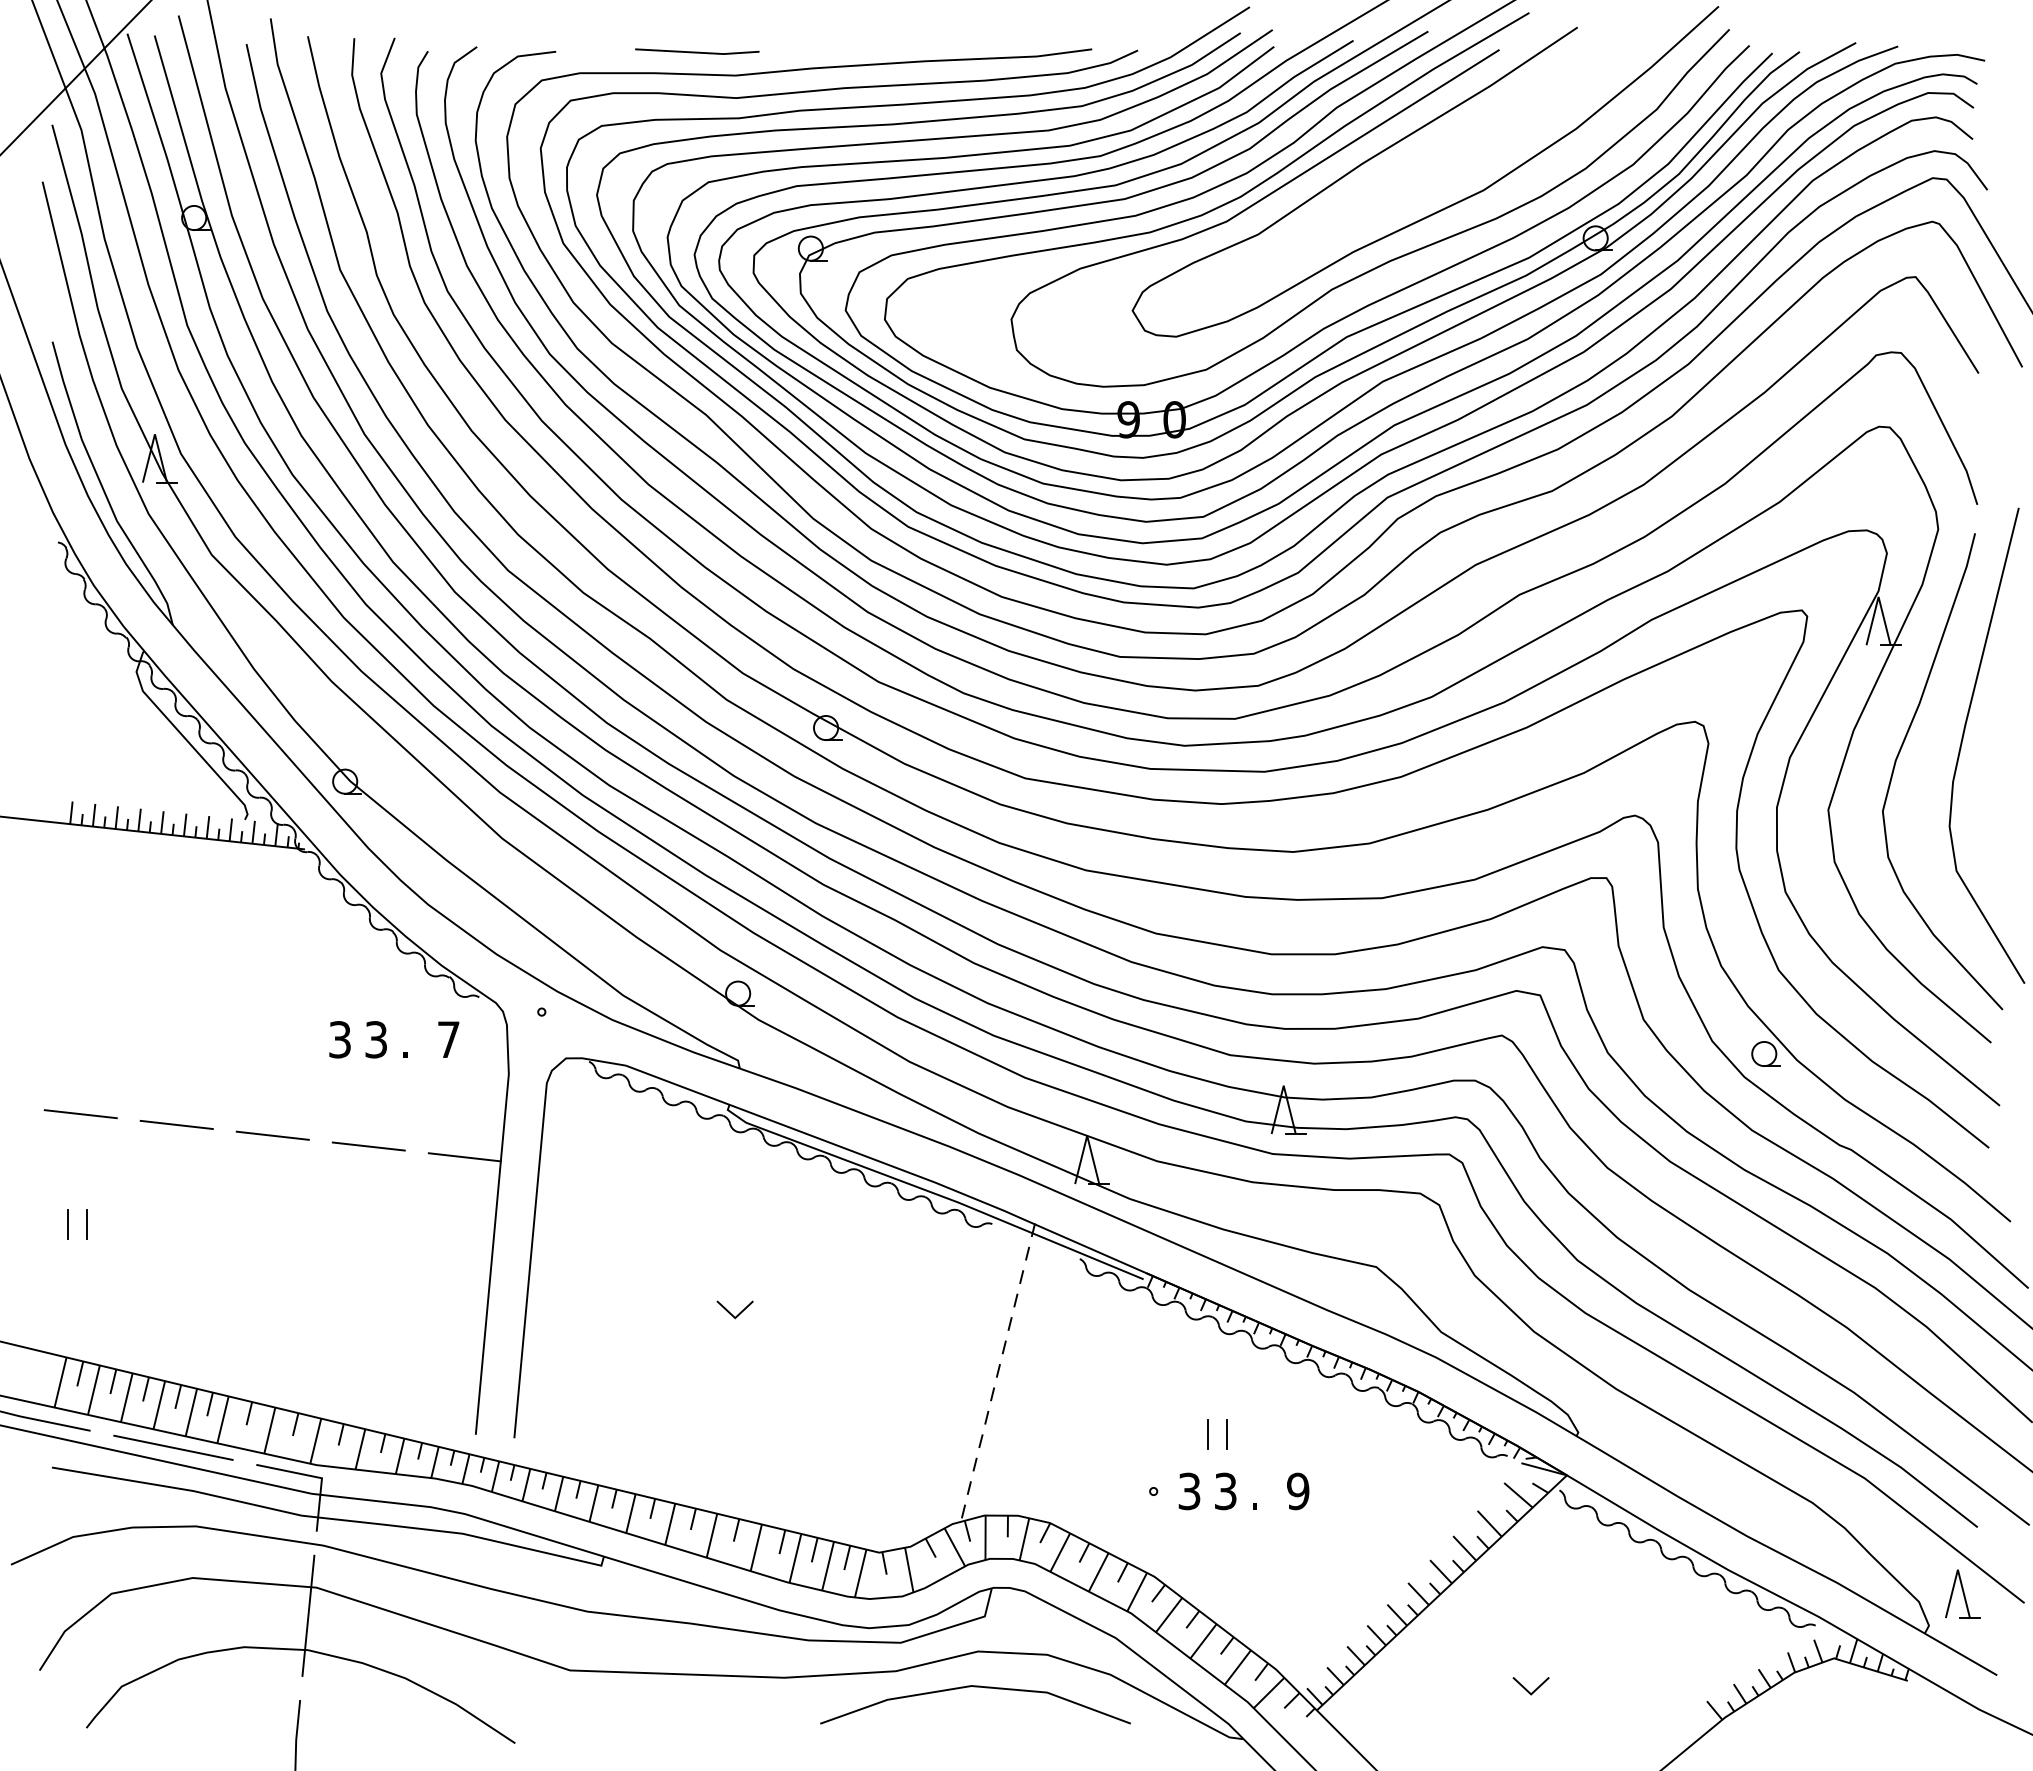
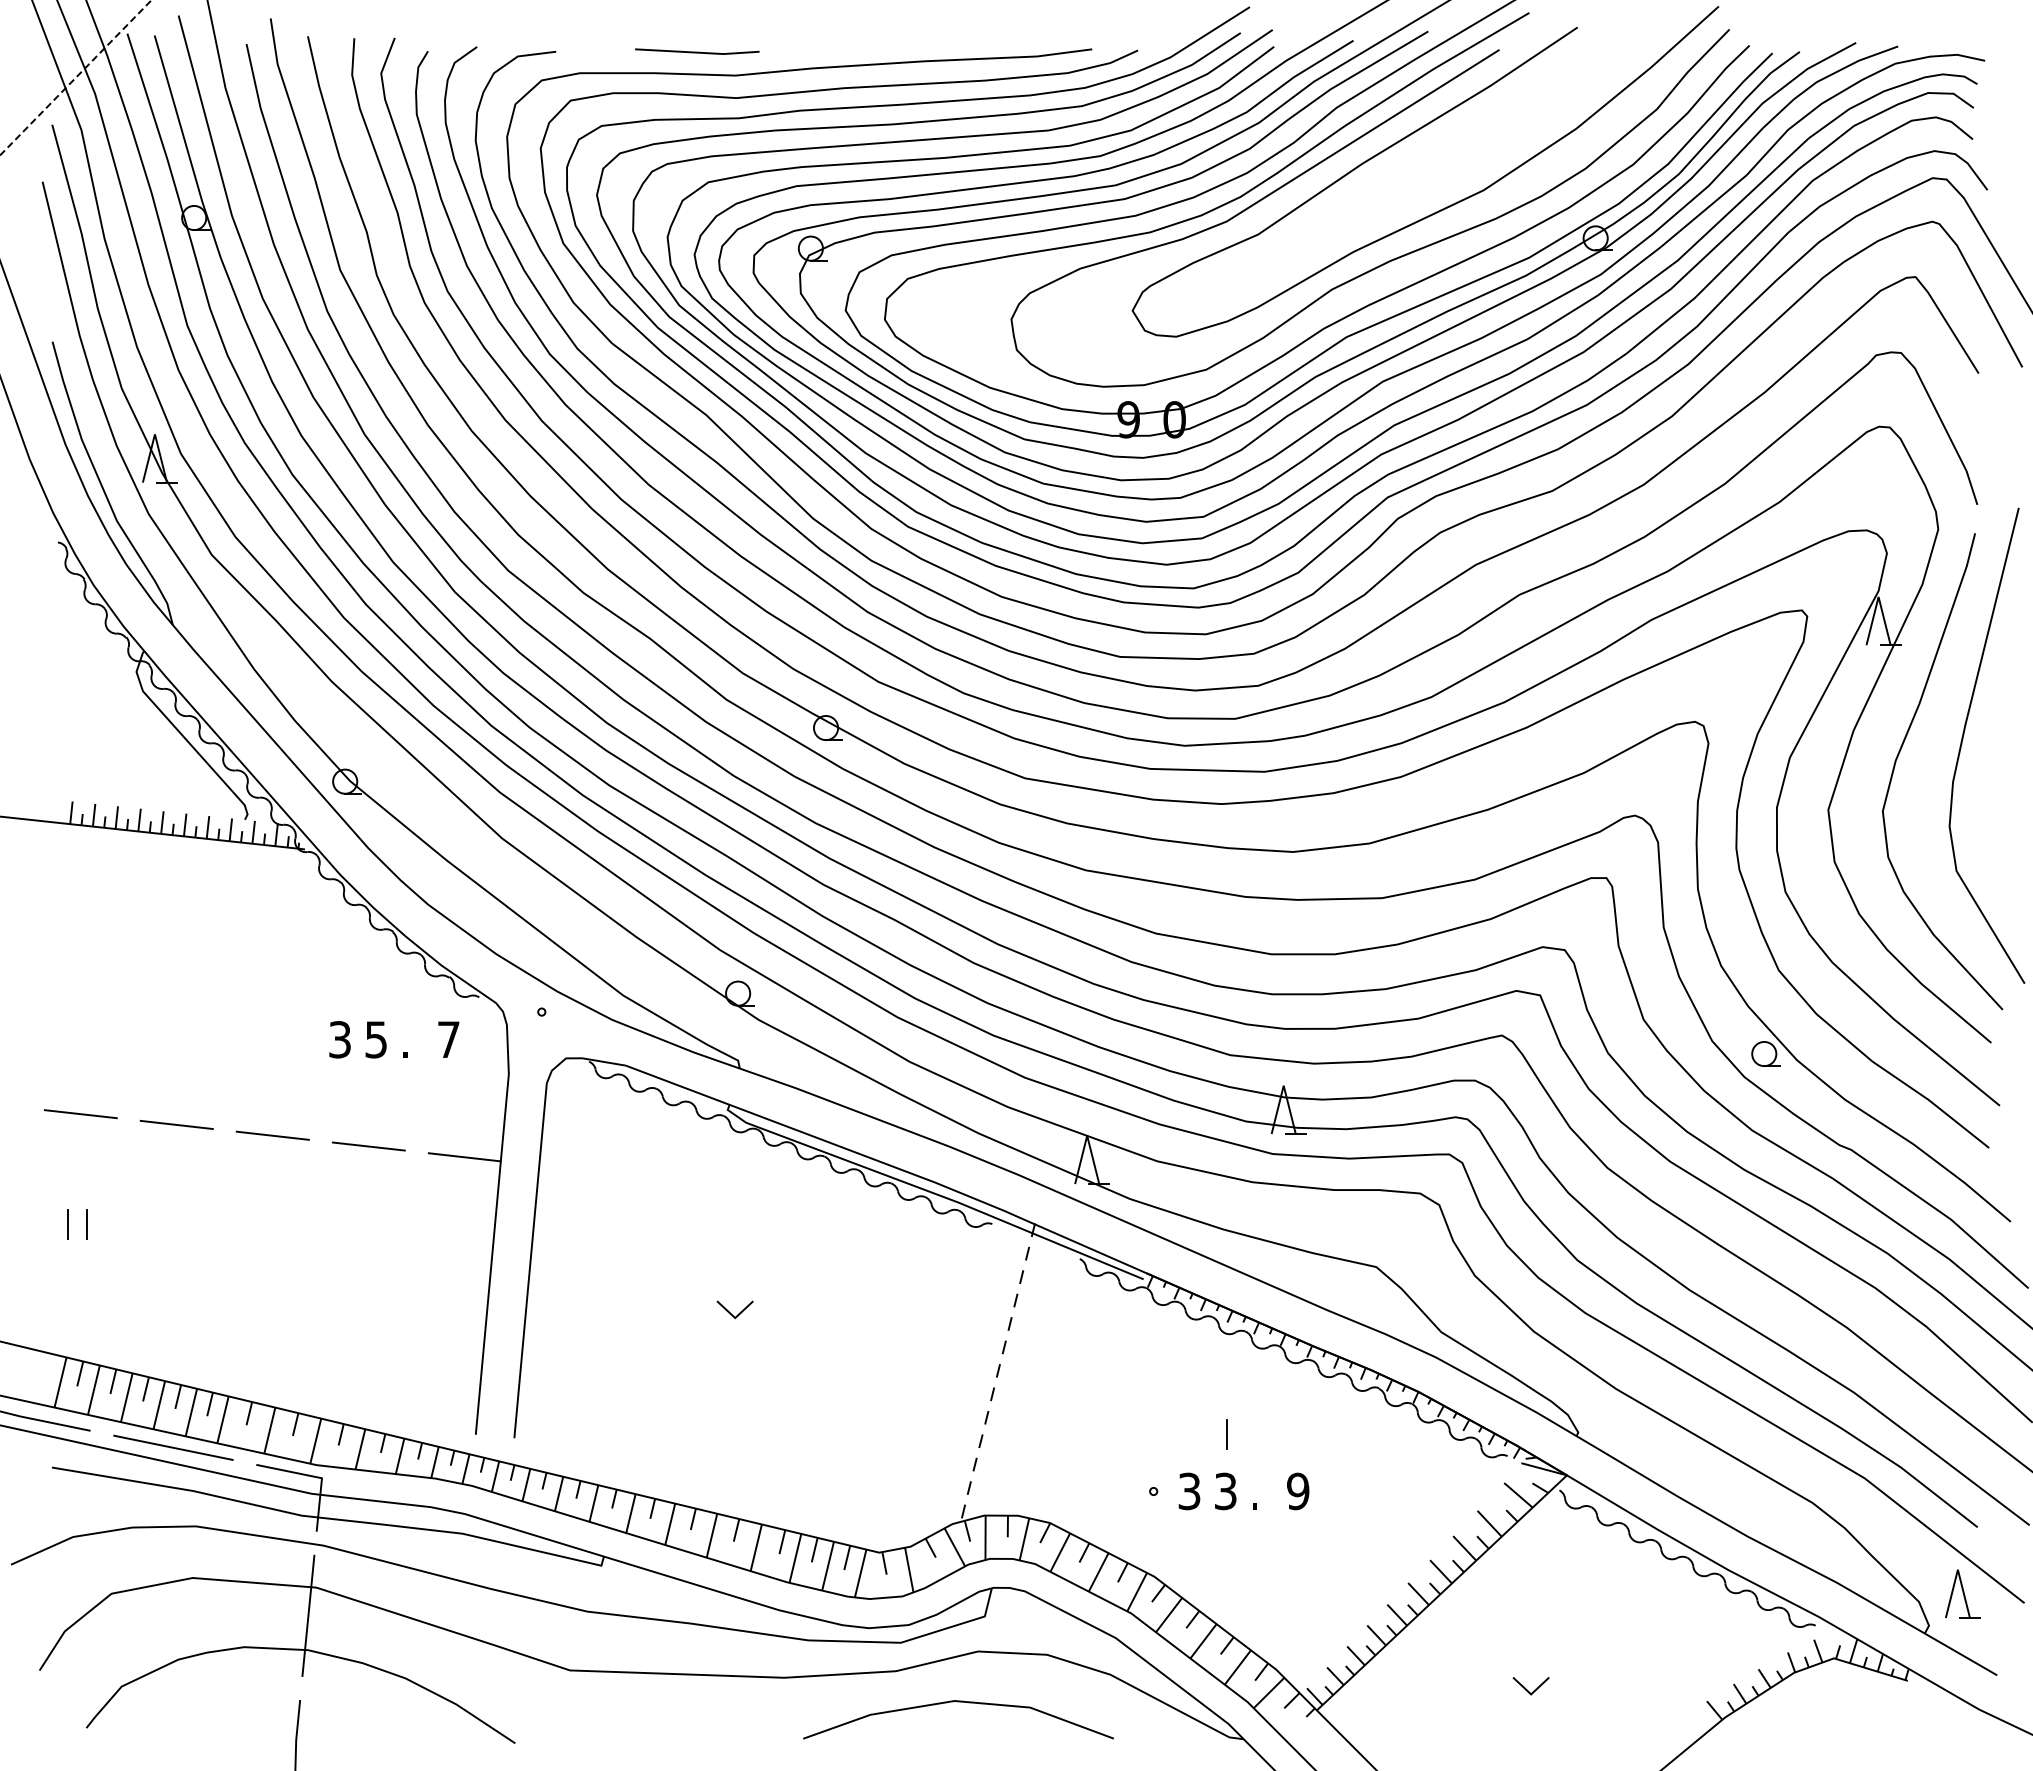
line at (75, 78): solid -> dashed
text at (376, 1039): 3 -> 5
line at (1207, 1434): present -> none
line at (975, 1687) position: (975, 1687) -> (958, 1702)
